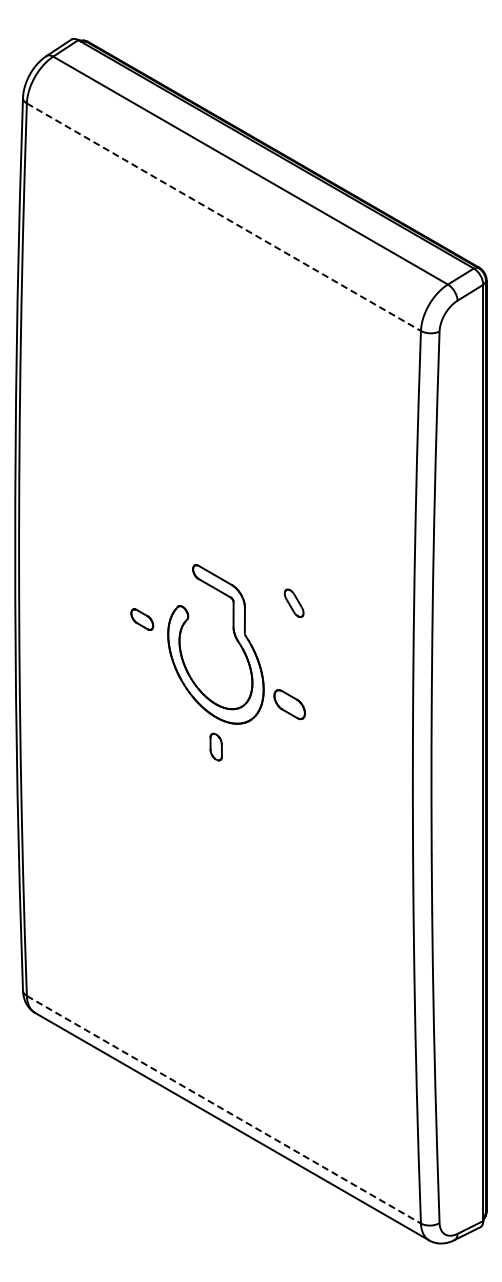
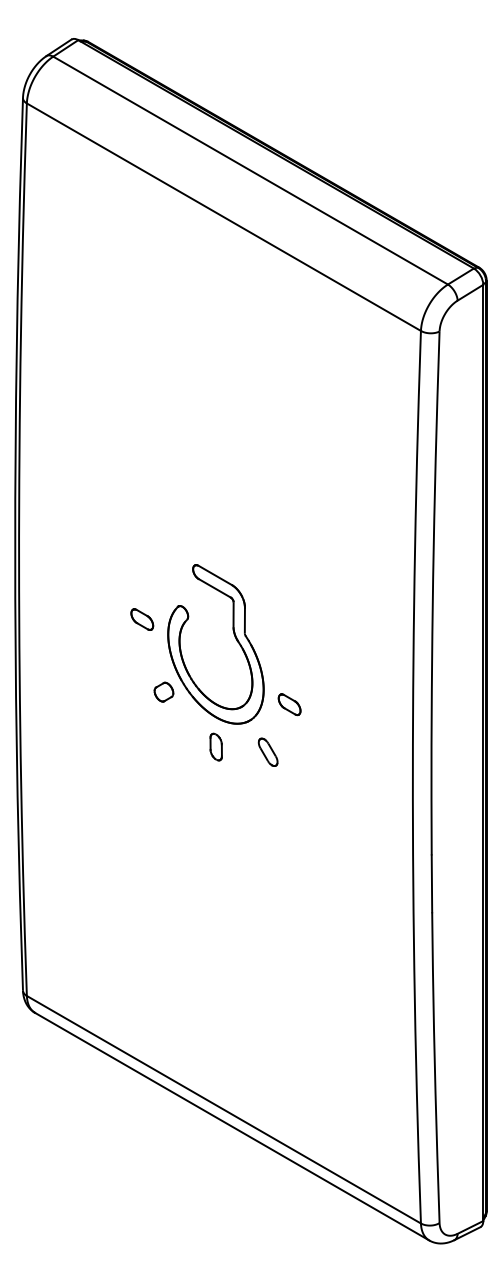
line at (223, 217): dashed -> solid
part at (293, 602) position: (293, 602) -> (267, 751)
part at (163, 691): none -> present
part at (289, 704) size: 33x32 px -> 25x24 px
line at (223, 1109): dashed -> solid
